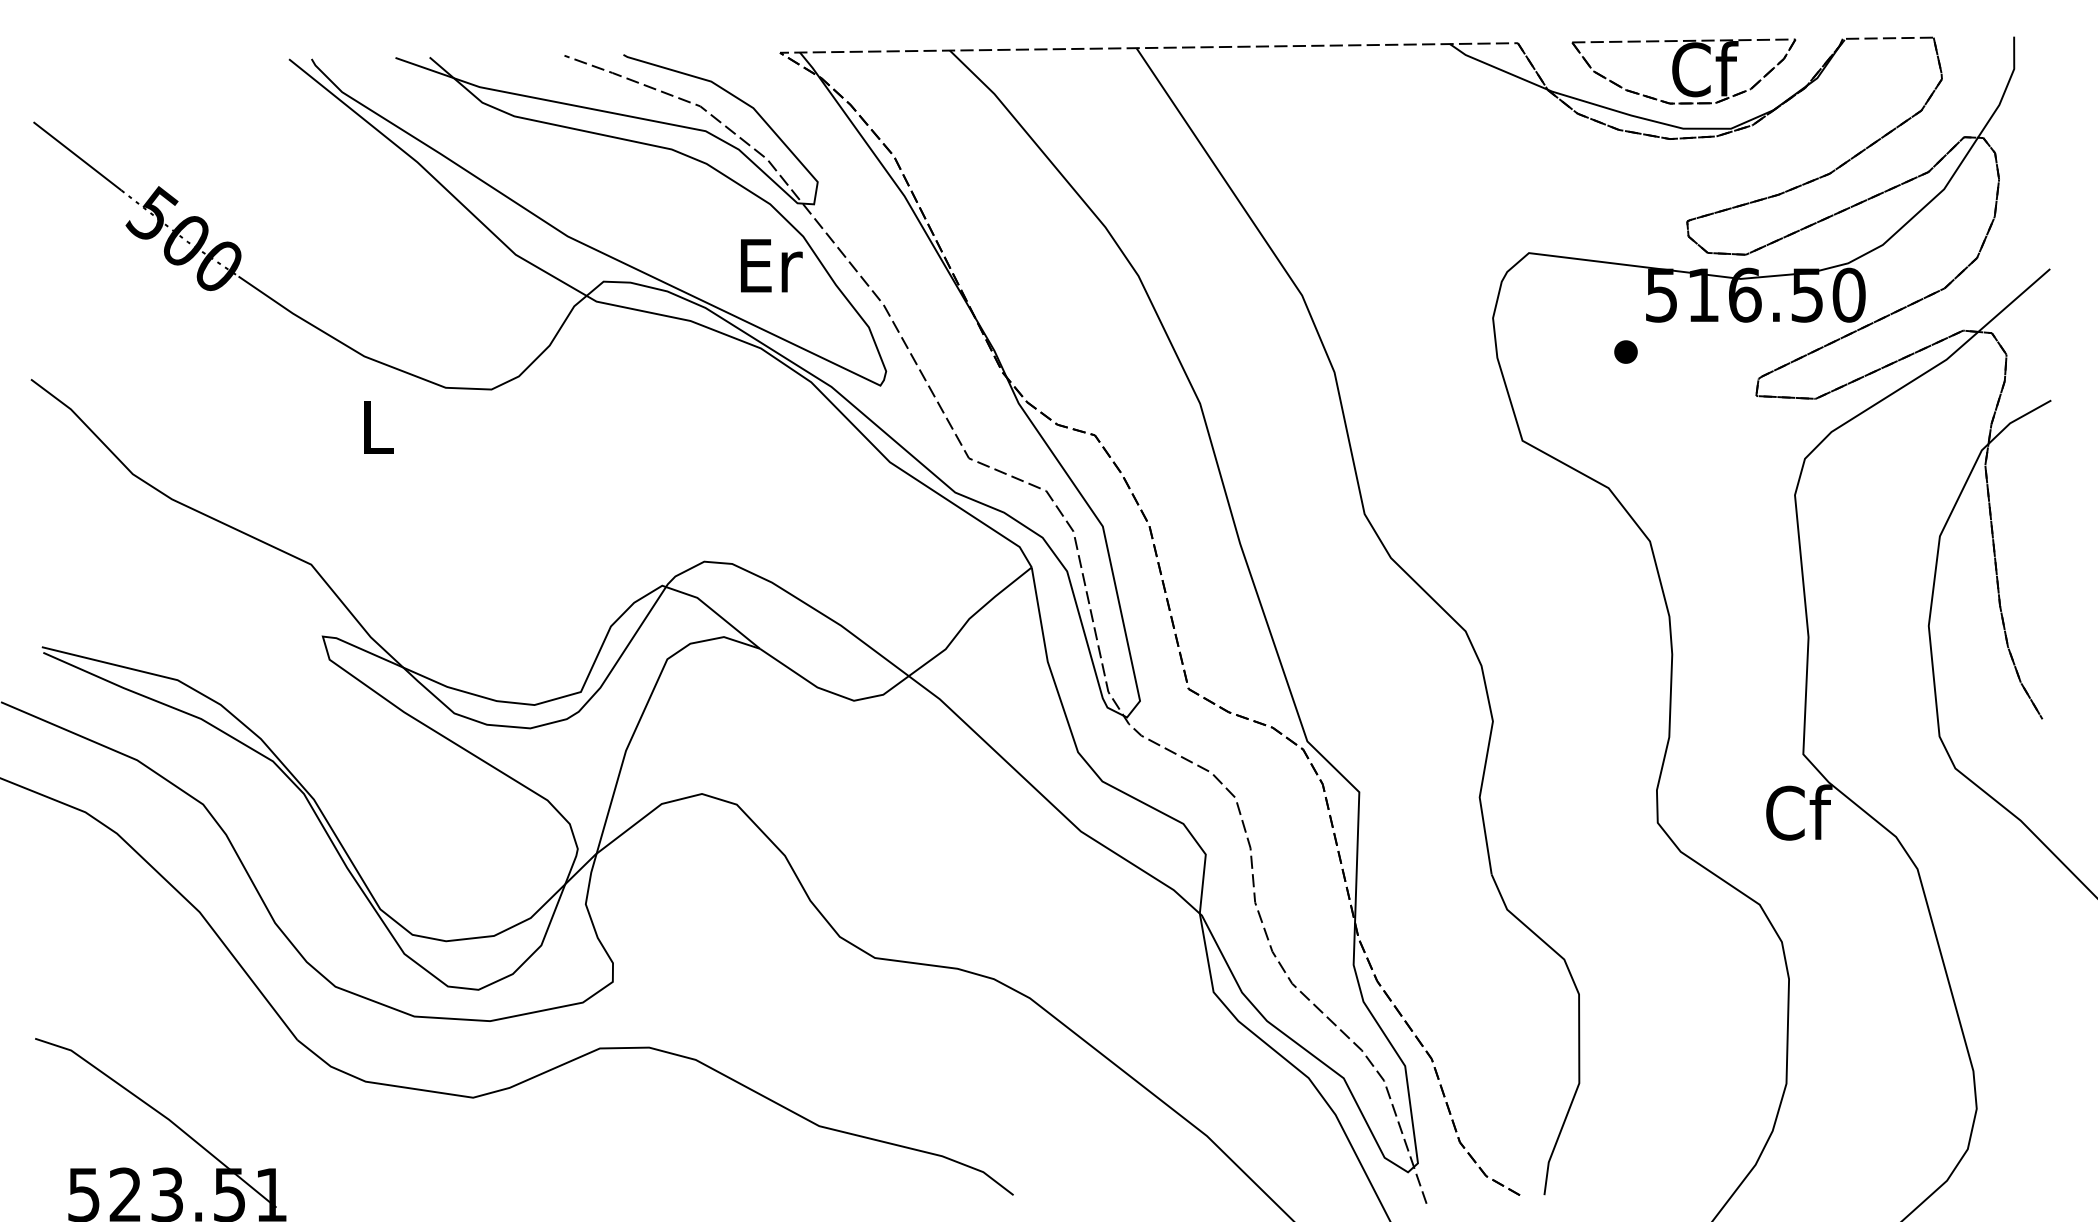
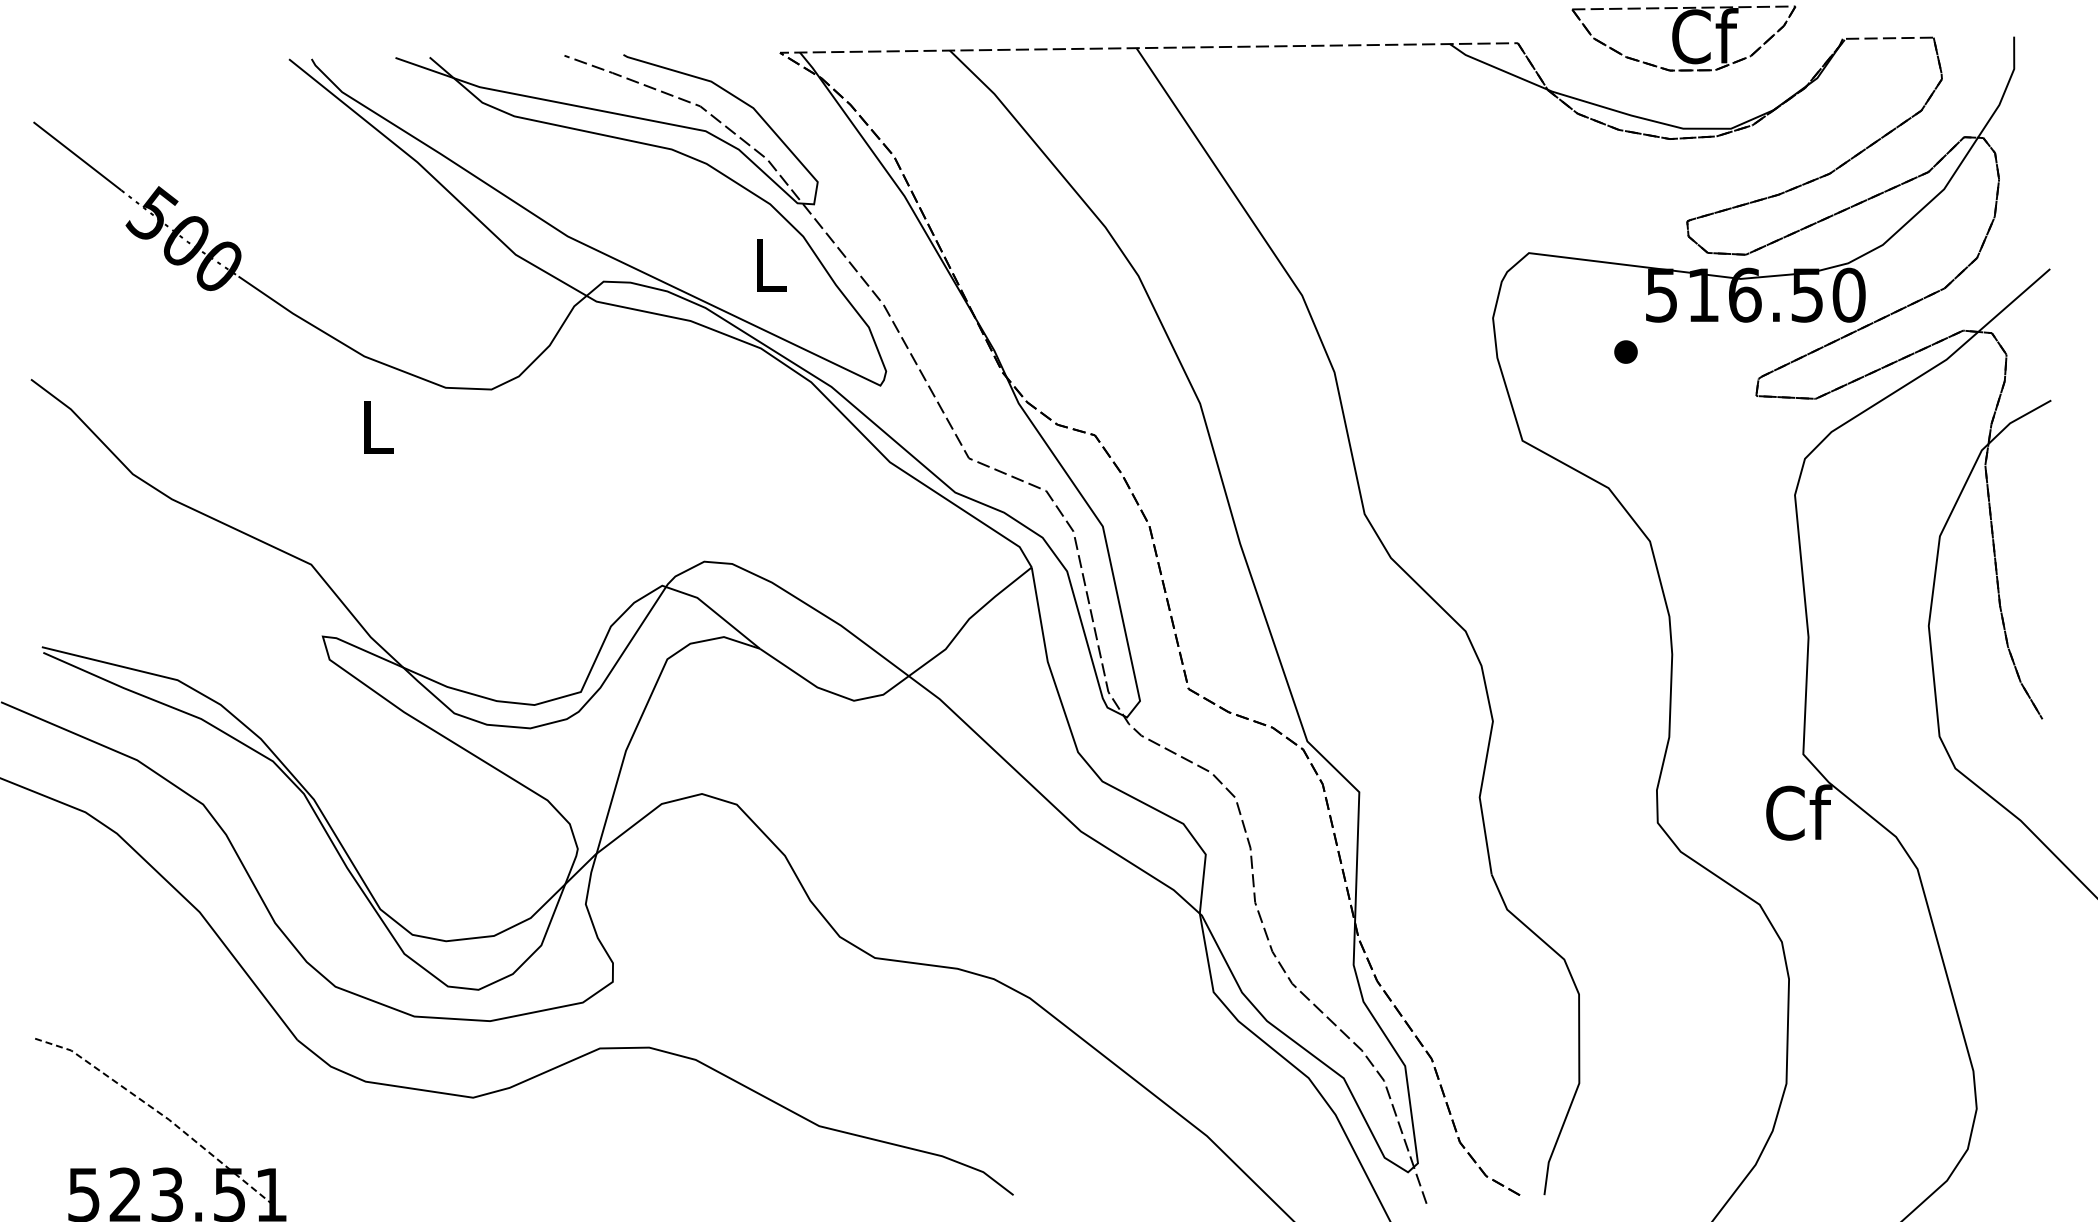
part at (1683, 71) position: (1683, 71) -> (1683, 38)
text at (771, 265): Er -> L
line at (161, 1114): solid -> dashed
